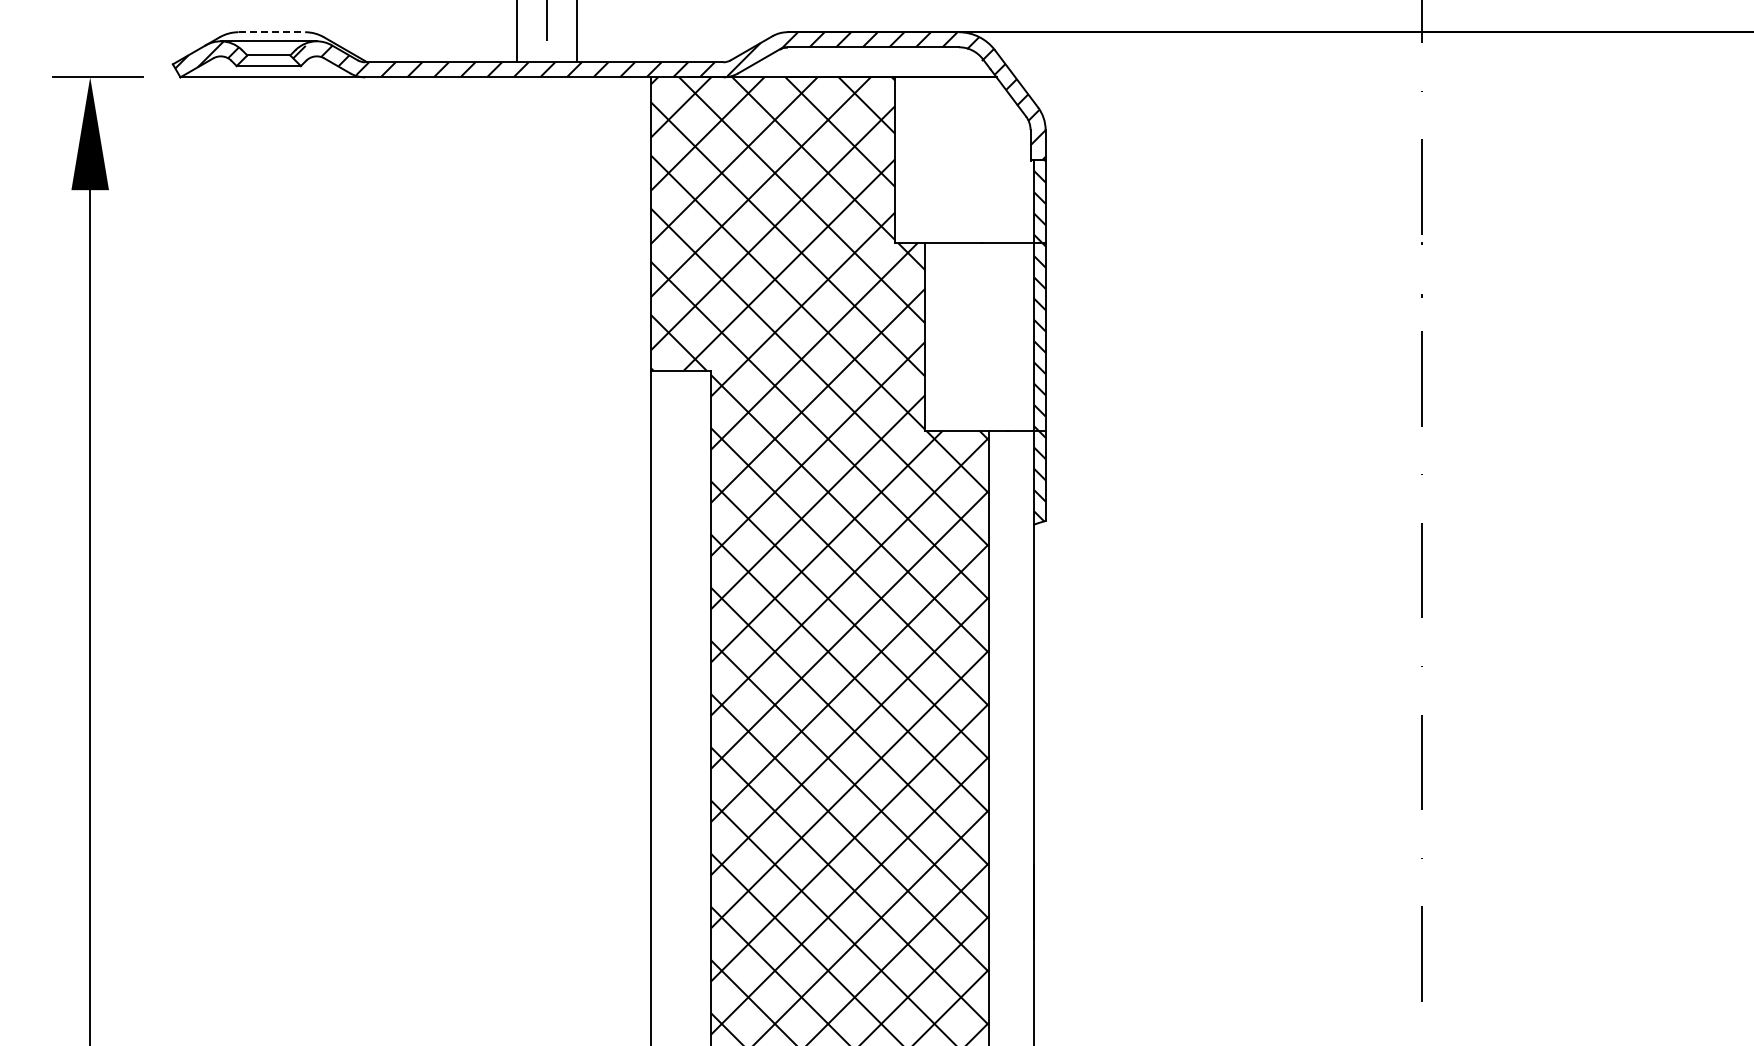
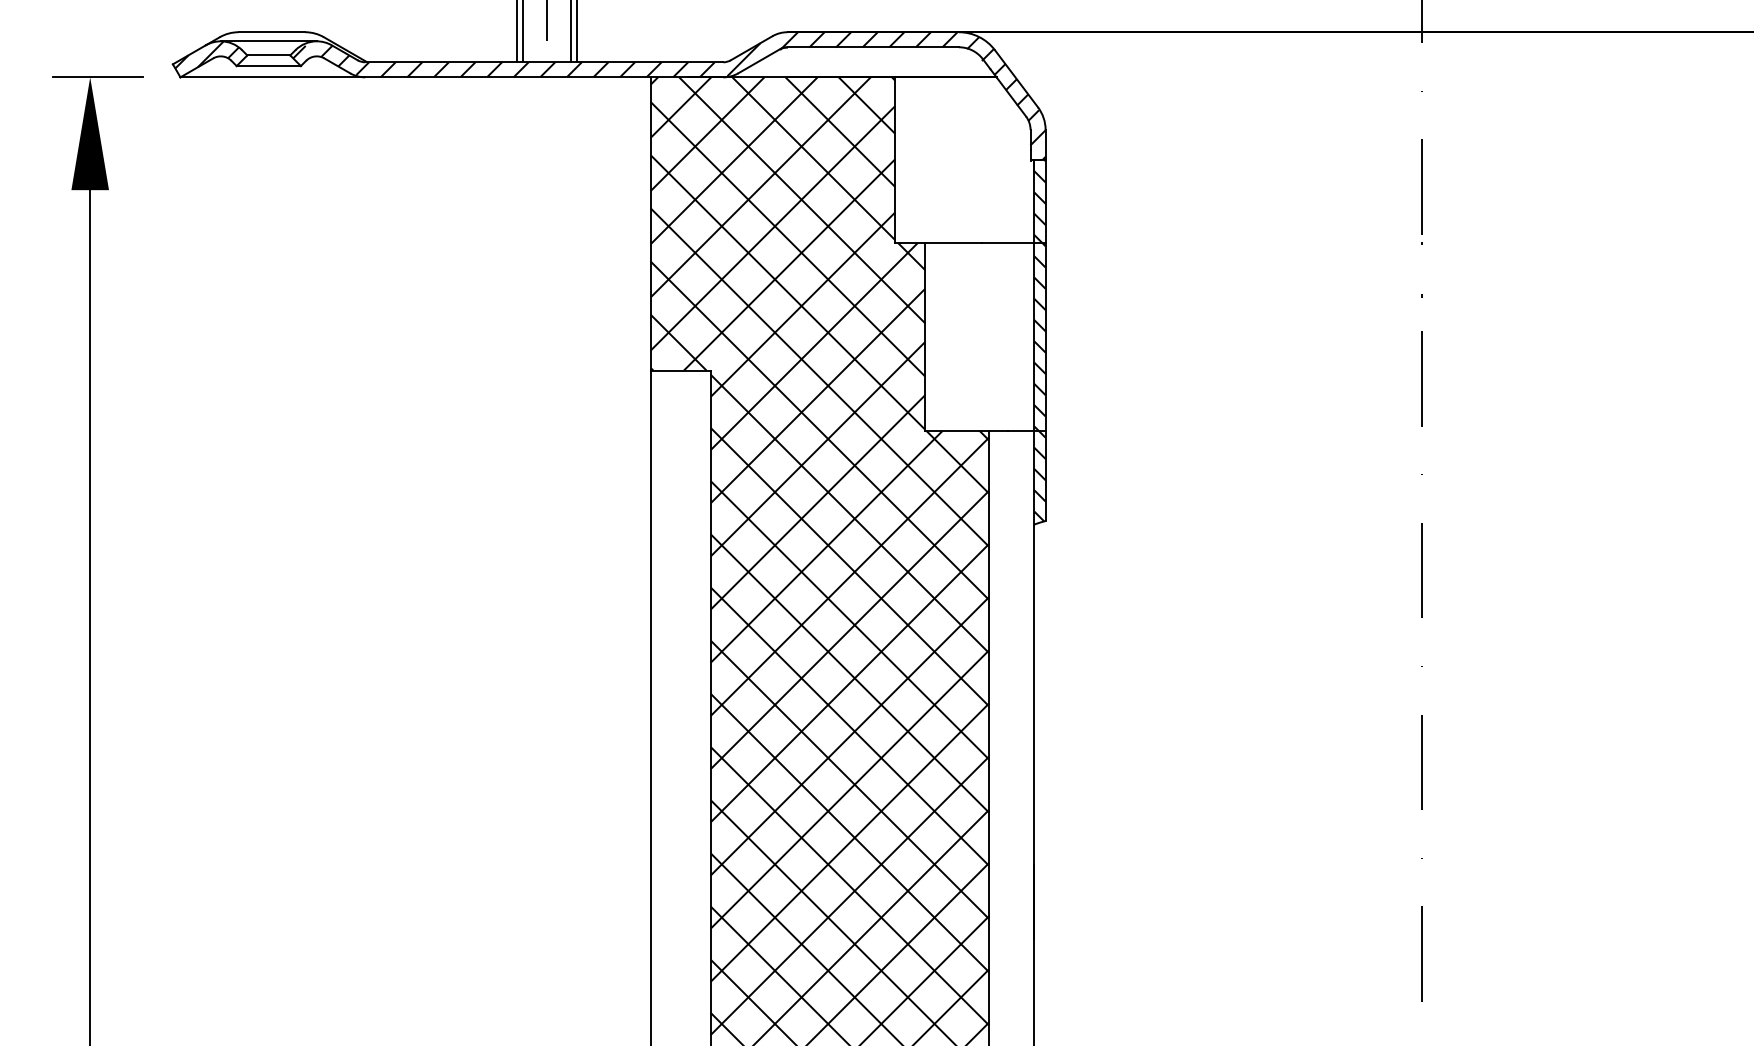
line at (272, 32): dashed -> solid
line at (522, 32): none -> present
line at (570, 32): none -> present
